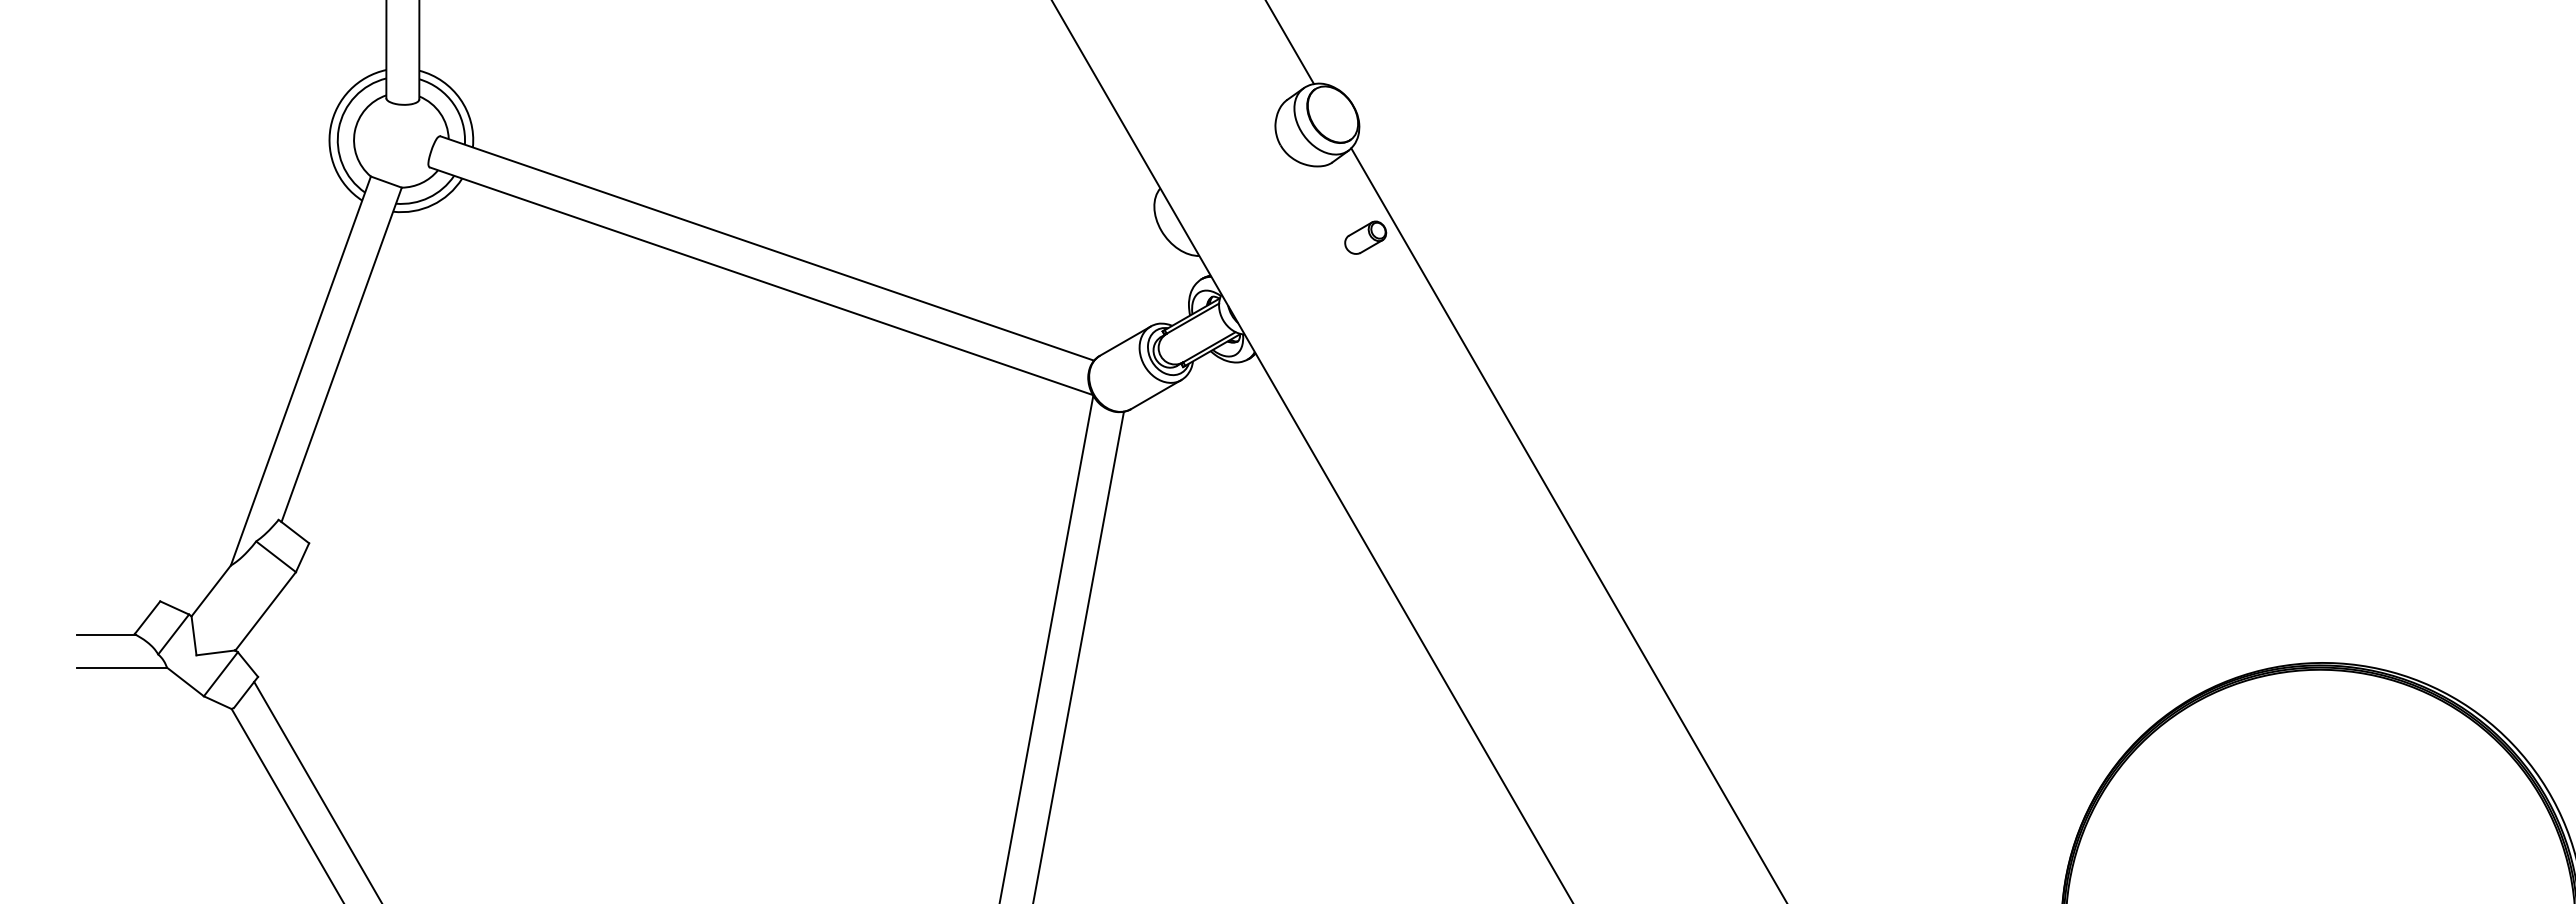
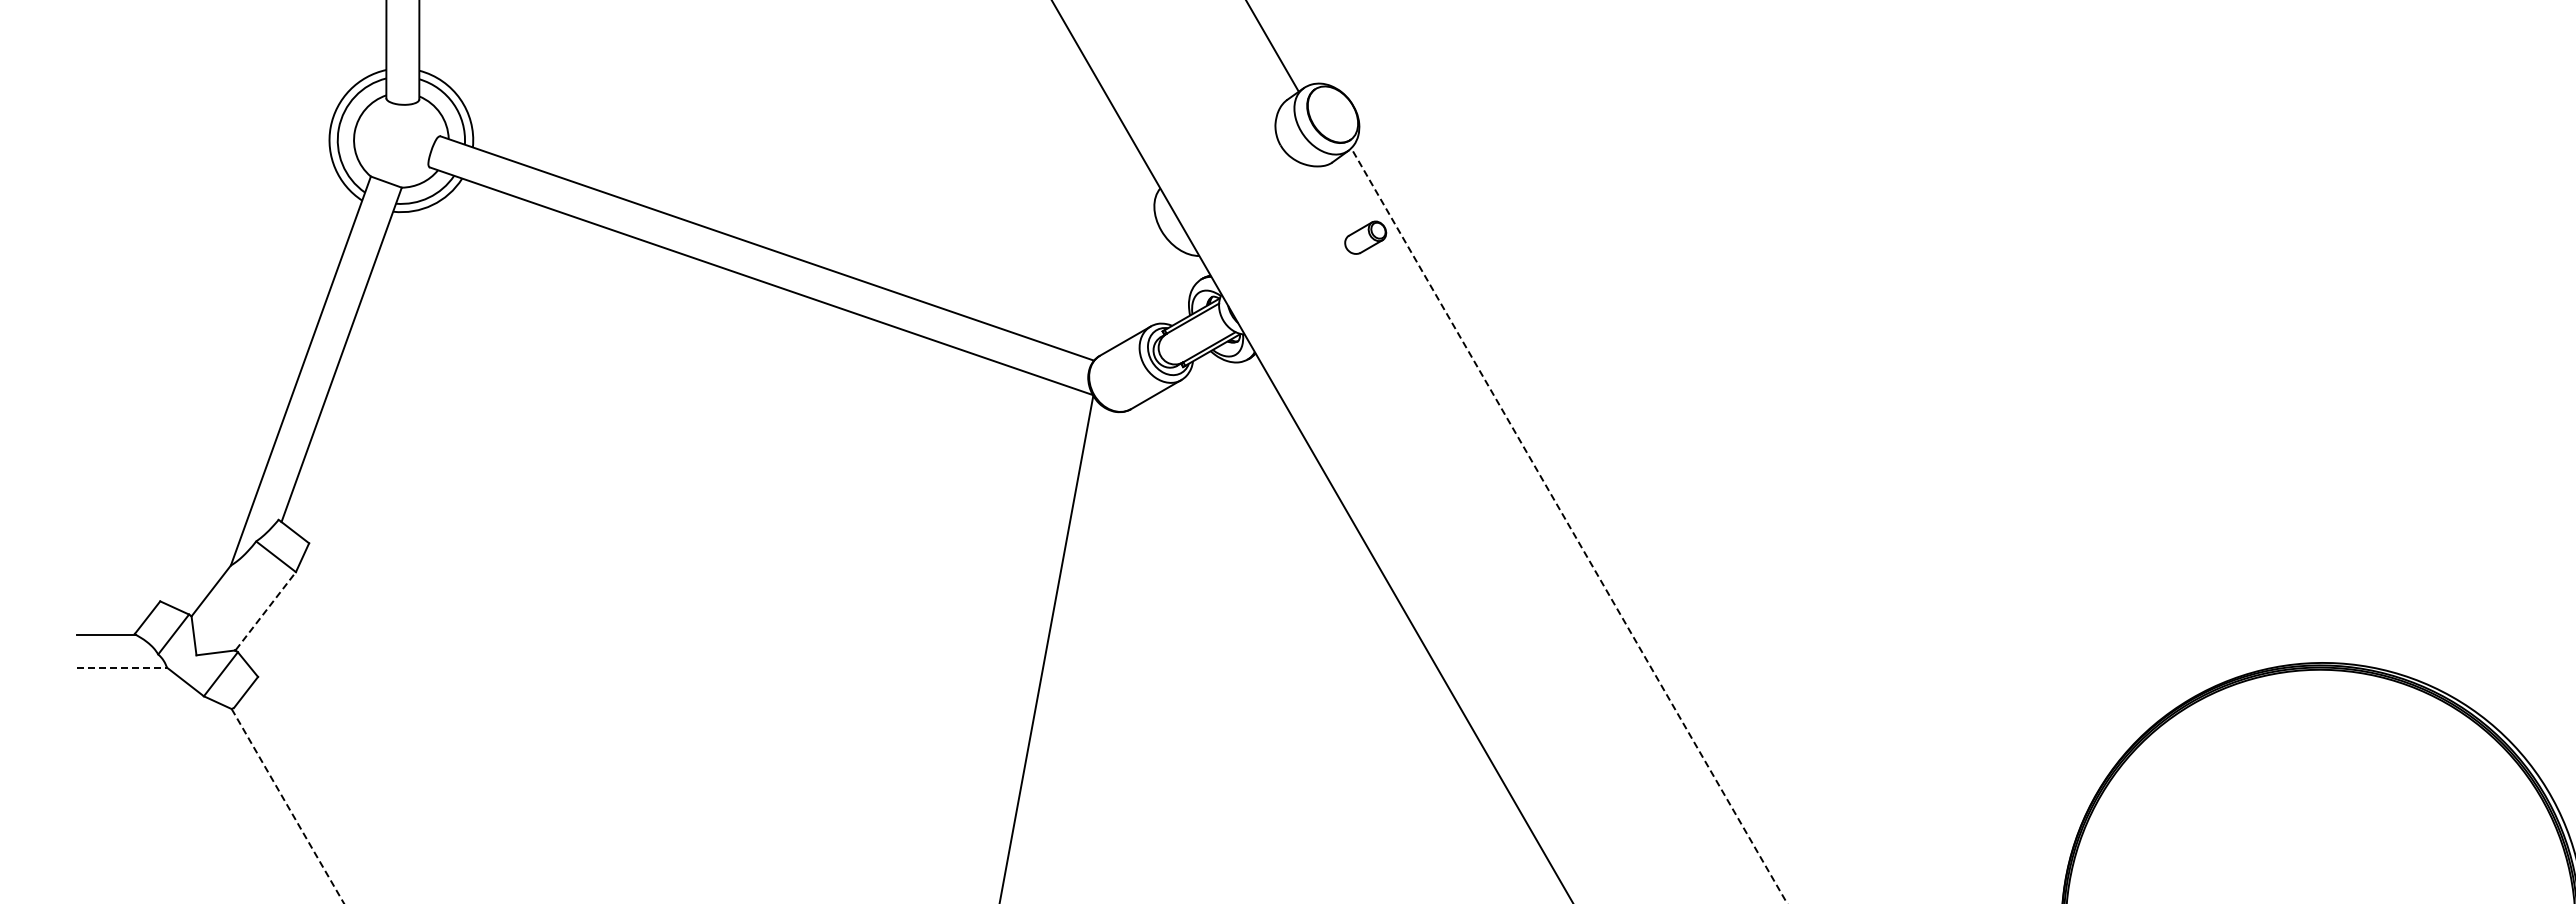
line at (1290, 43) position: (1290, 43) -> (1273, 47)
line at (1569, 525): solid -> dashed
line at (266, 610): solid -> dashed
line at (1078, 655): present -> none
line at (122, 667): solid -> dashed
line at (317, 790): present -> none
line at (288, 806): solid -> dashed
